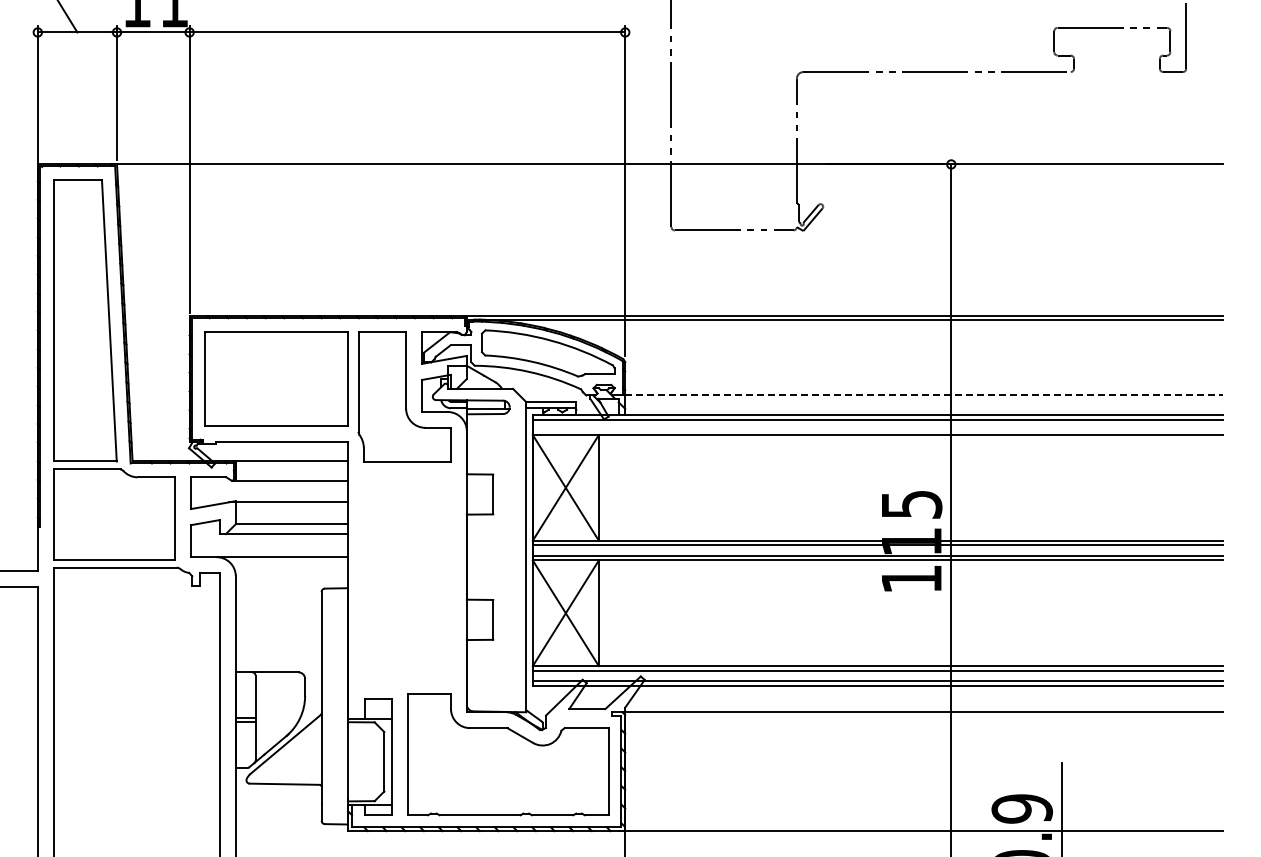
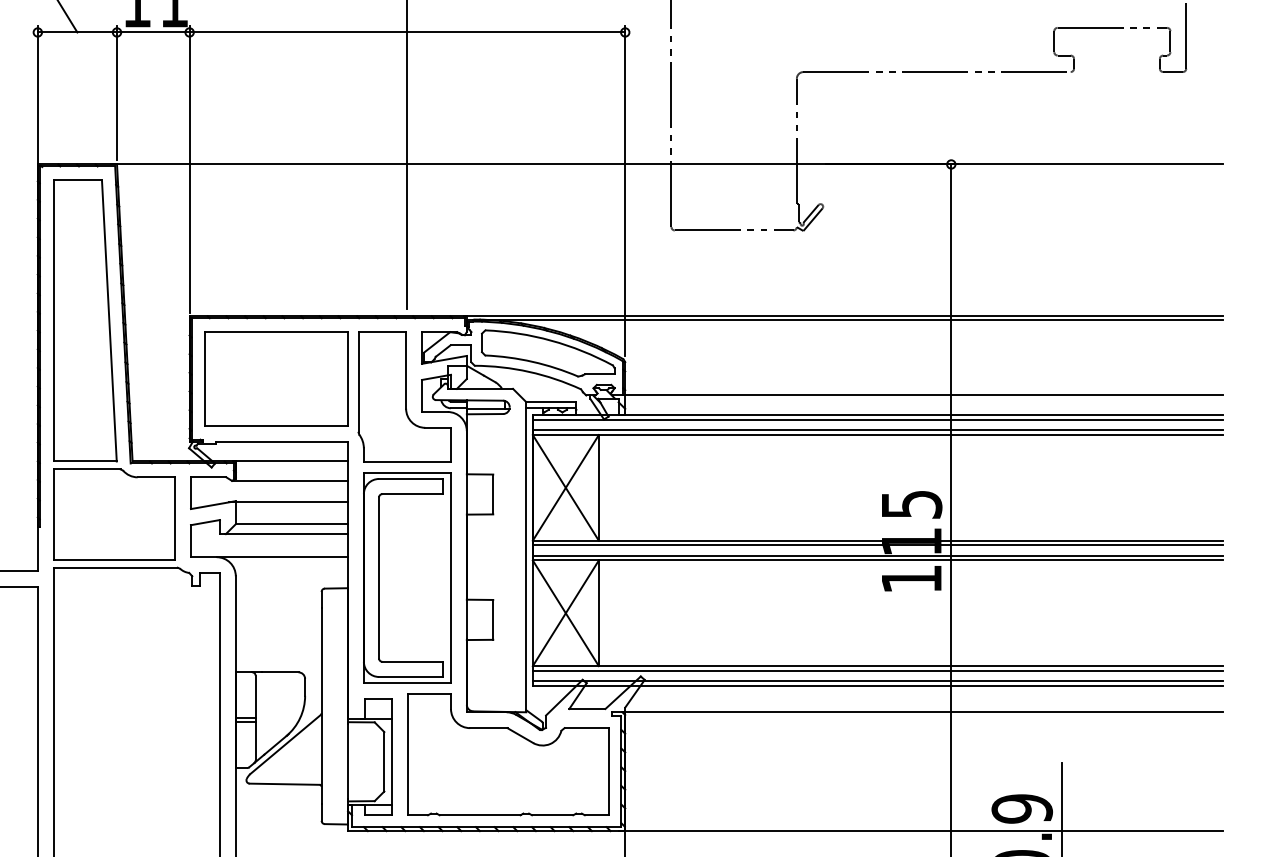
line at (407, 155): none -> present
line at (924, 395): dashed -> solid
line at (877, 430): none -> present
part at (407, 577): none -> present
